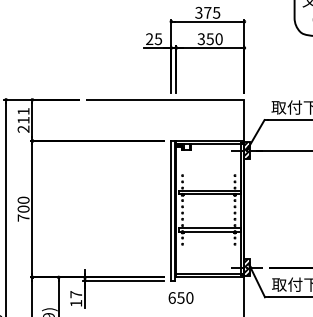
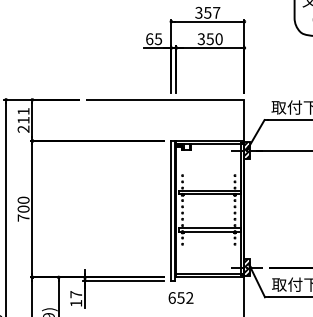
text at (212, 12): 375 -> 357
text at (149, 39): 25 -> 65
text at (189, 297): 650 -> 652
